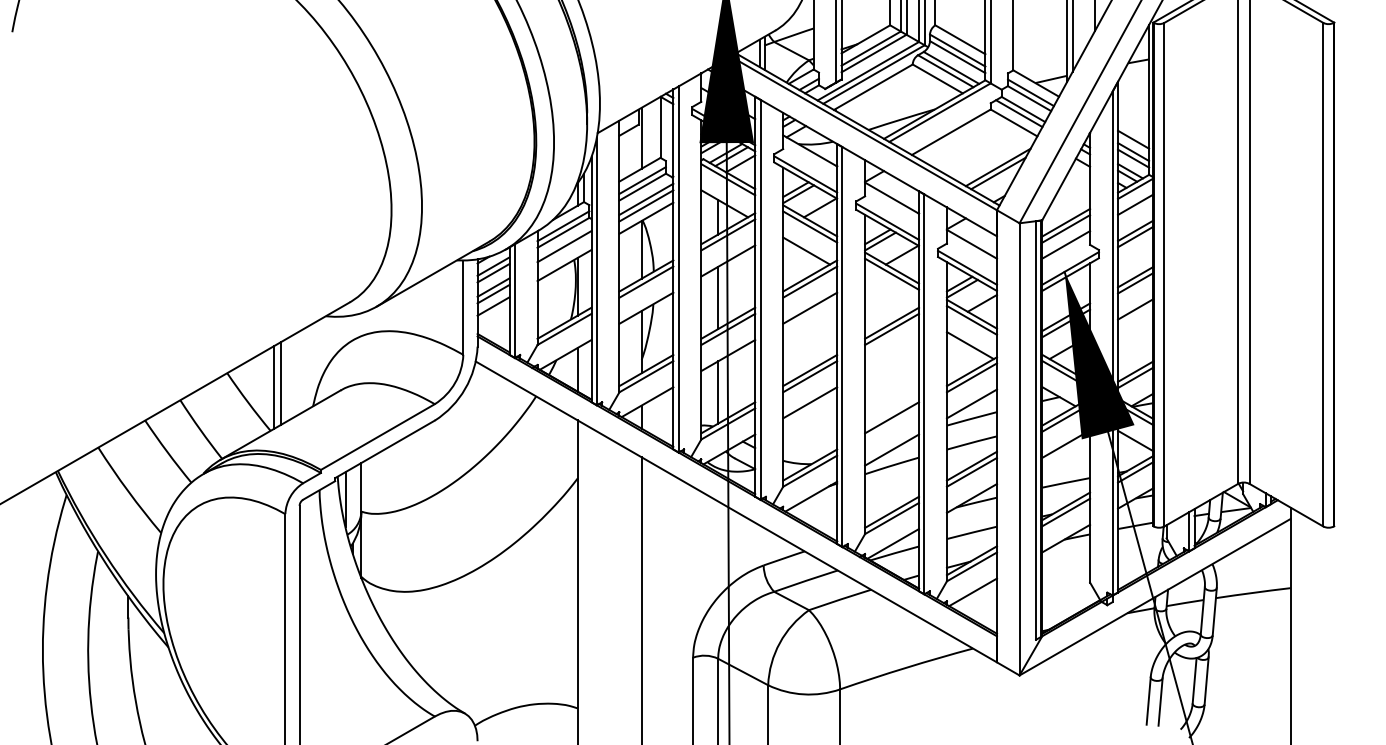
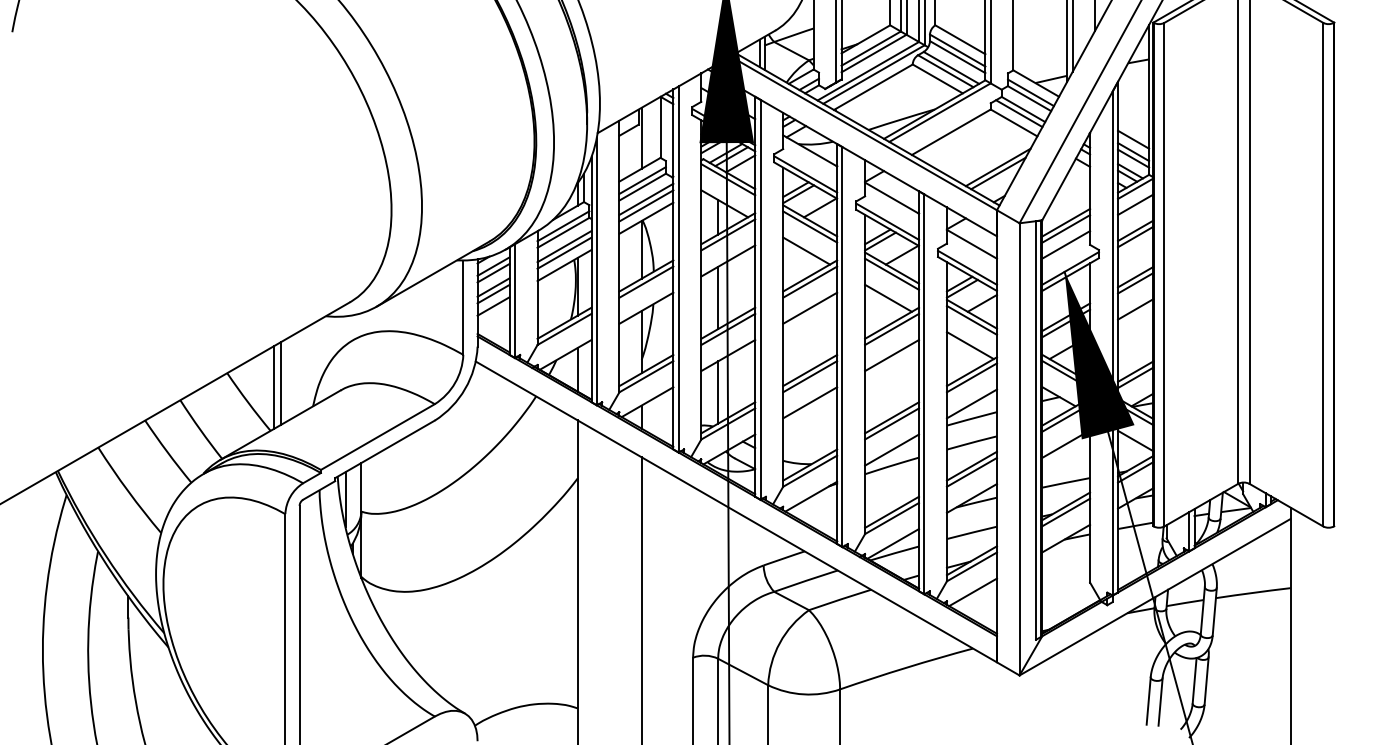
line at (564, 252): none -> present
line at (888, 297): none -> present
line at (892, 355): none -> present
line at (892, 423): none -> present
